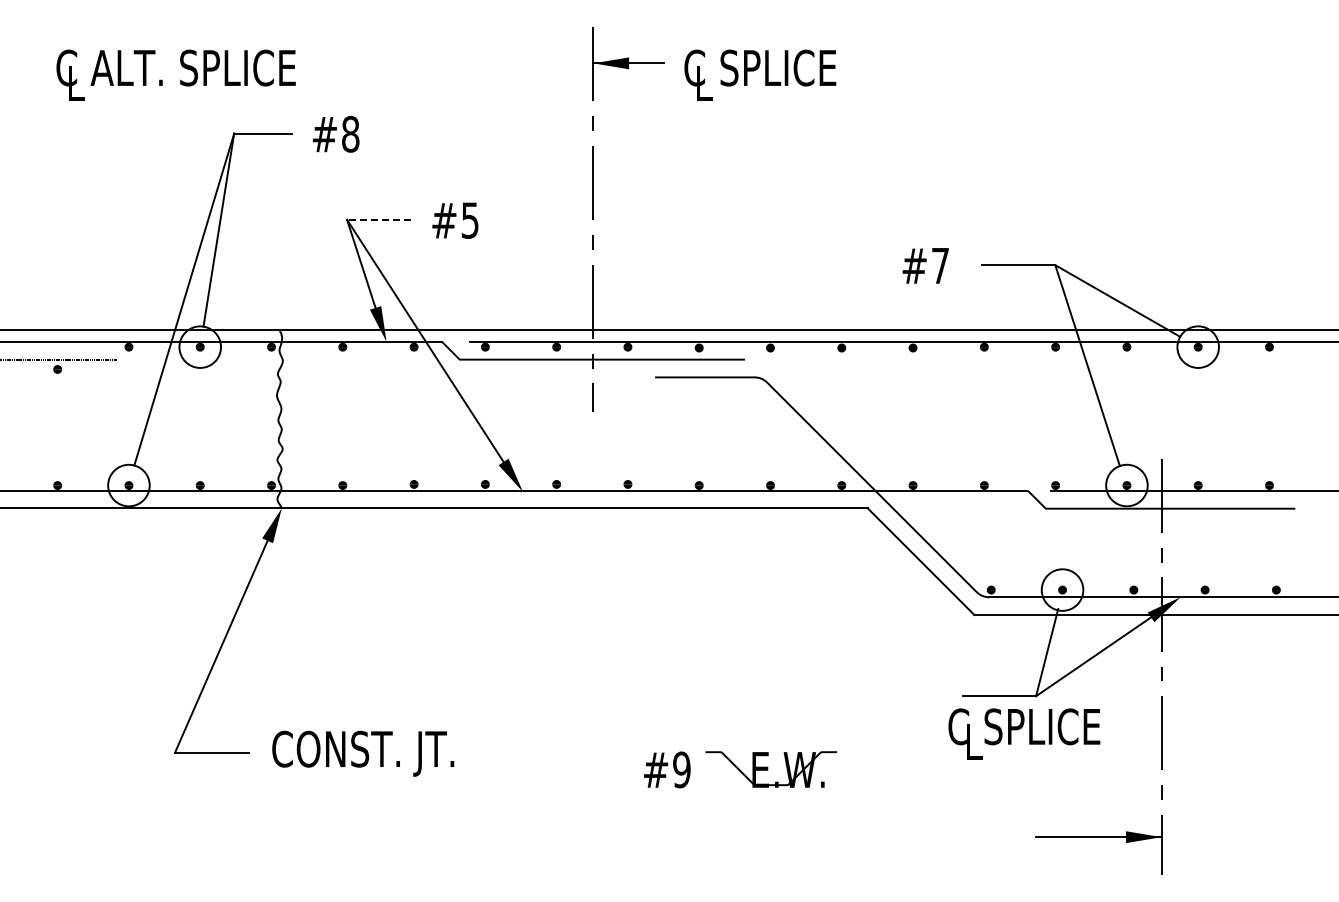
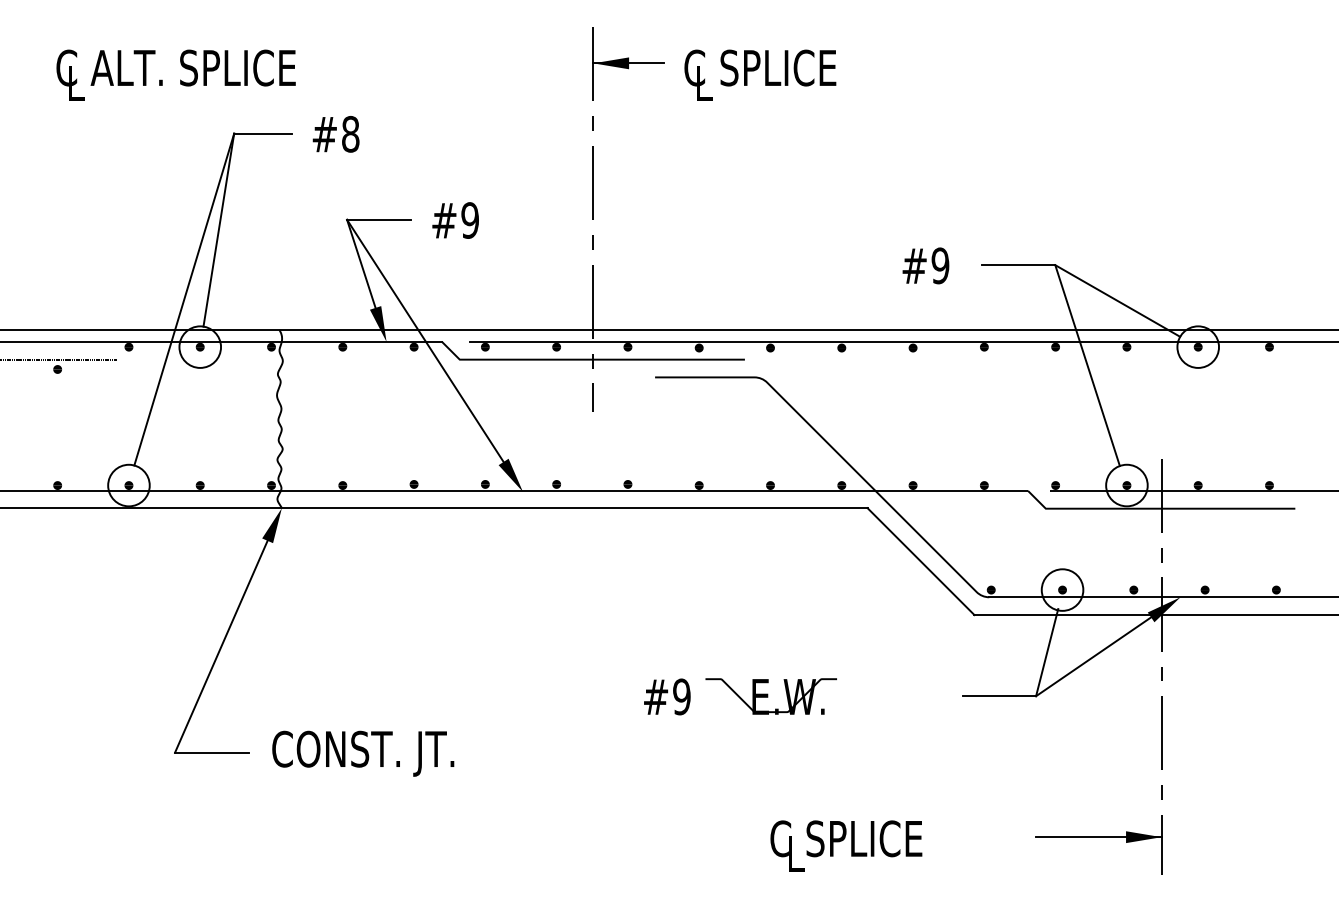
line at (379, 219): dashed -> solid
text at (469, 220): #5 -> #9
text at (940, 265): #7 -> #9
text at (1024, 733) position: (1024, 733) -> (846, 845)
part at (740, 769) position: (740, 769) -> (740, 696)
